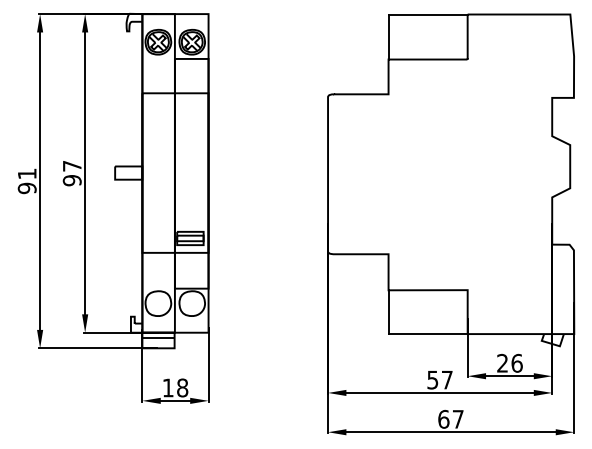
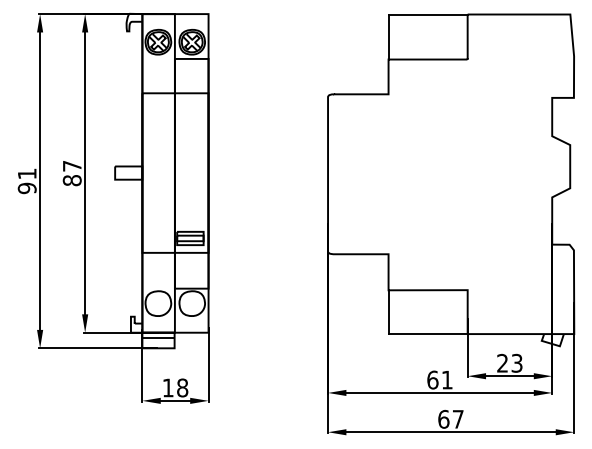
text at (72, 180): 97 -> 87
text at (516, 362): 26 -> 23
text at (439, 379): 57 -> 61
